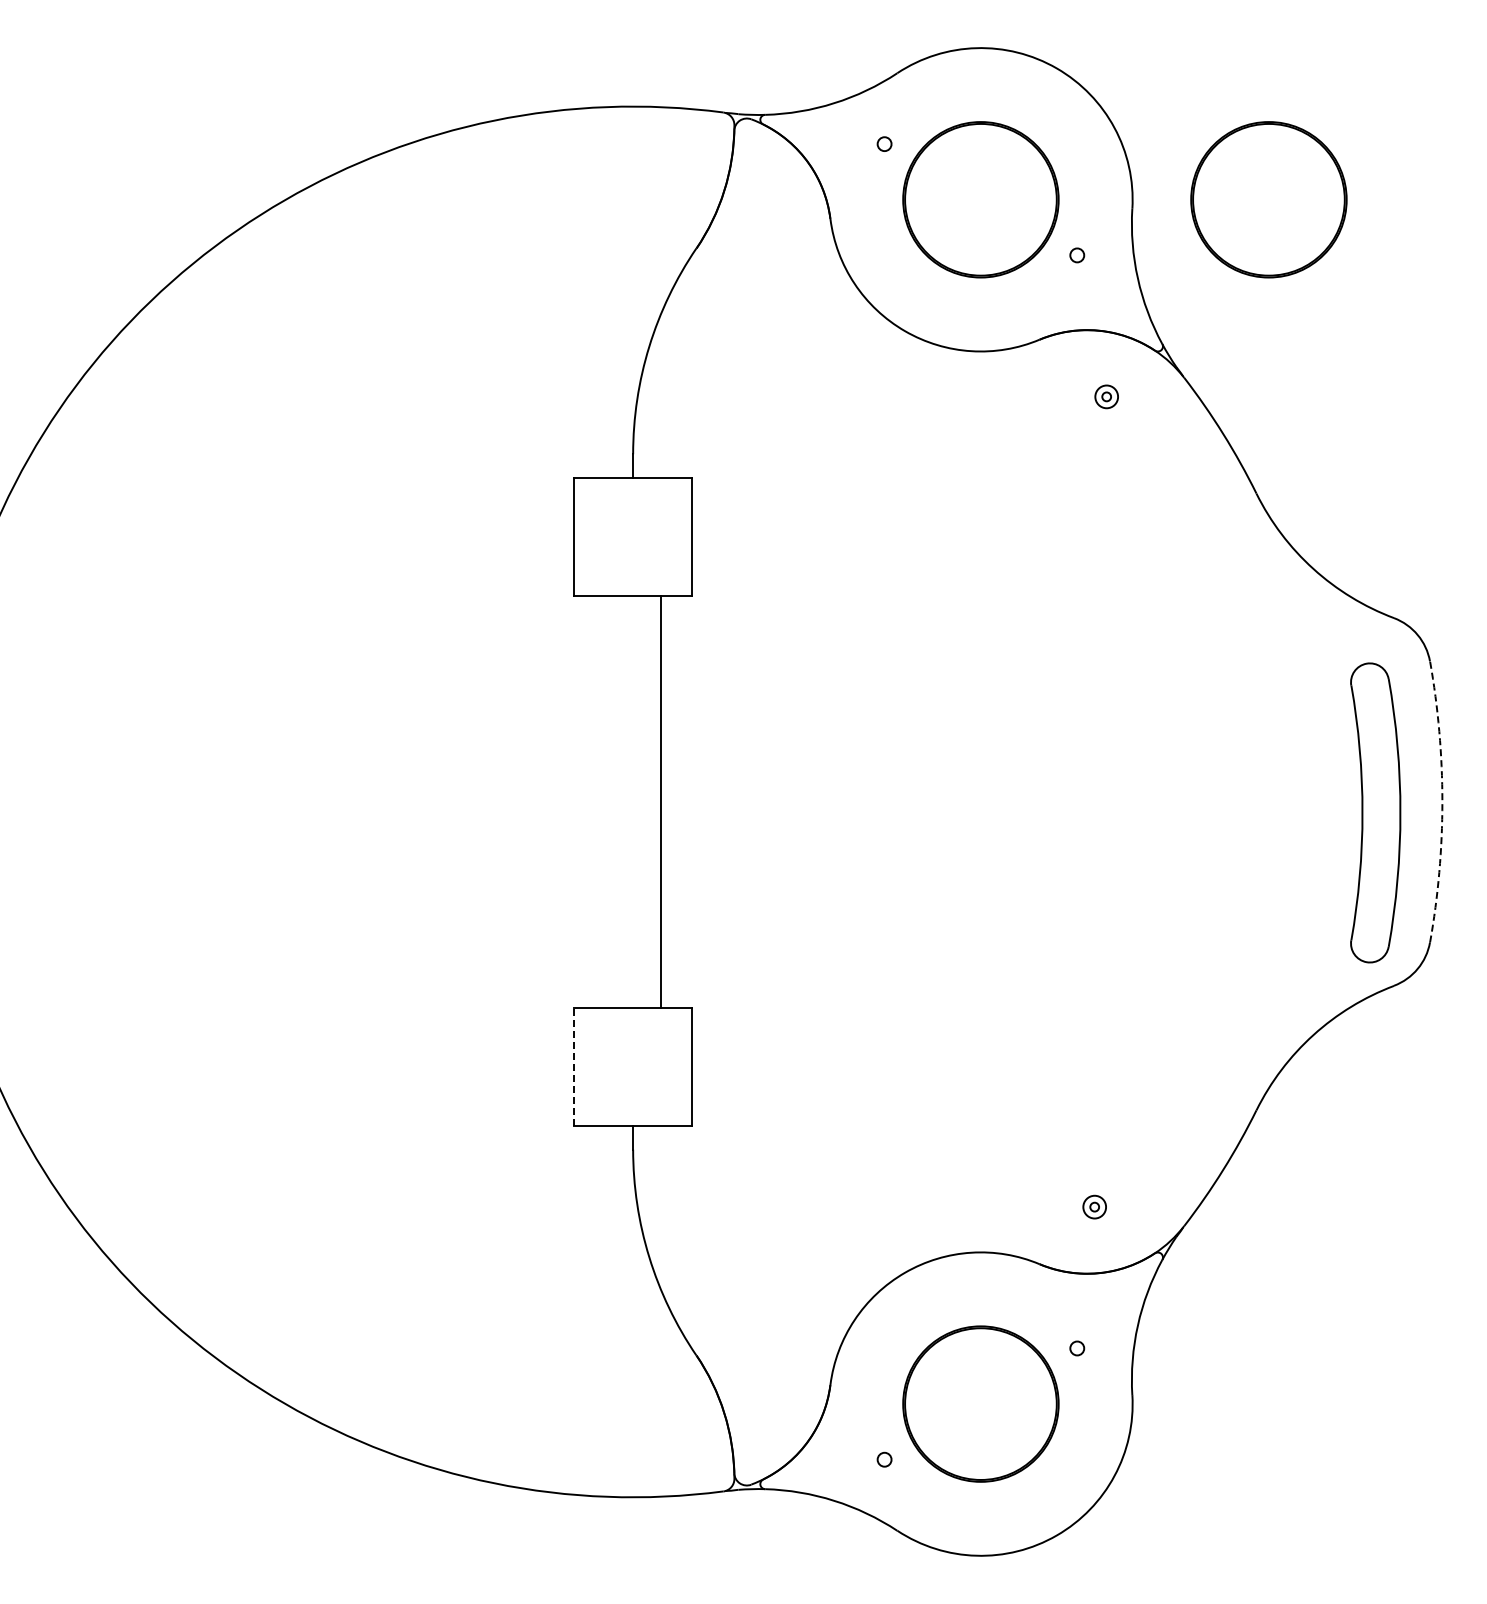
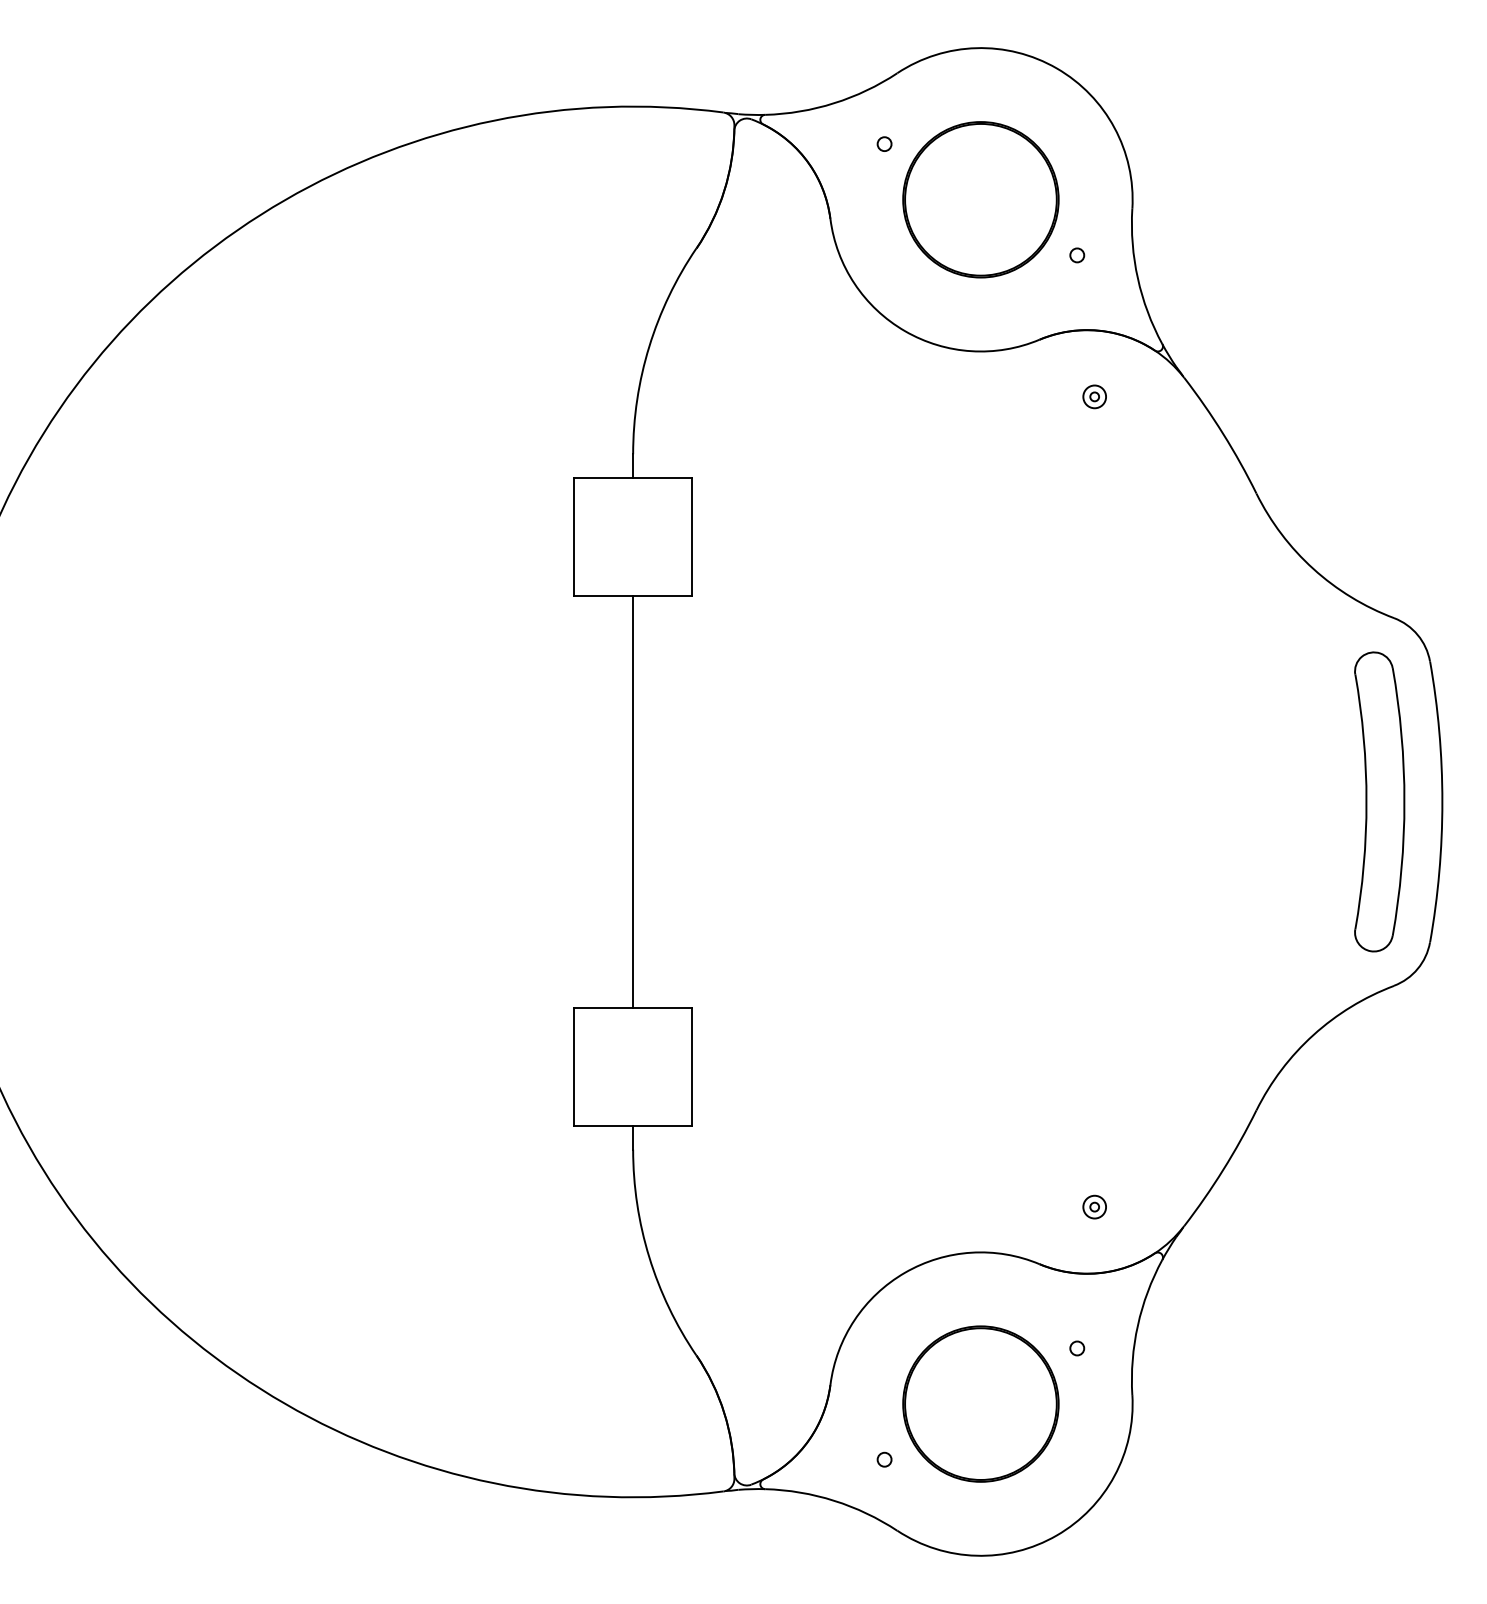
part at (1268, 199): present -> none
part at (1106, 396) position: (1106, 396) -> (1094, 396)
line at (661, 801) position: (661, 801) -> (633, 801)
arc at (1442, 801): dashed -> solid
part at (1375, 812) position: (1375, 812) -> (1379, 801)
line at (573, 1067): dashed -> solid
